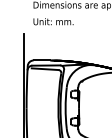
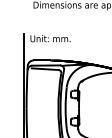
text at (53, 21) position: (53, 21) -> (50, 38)
